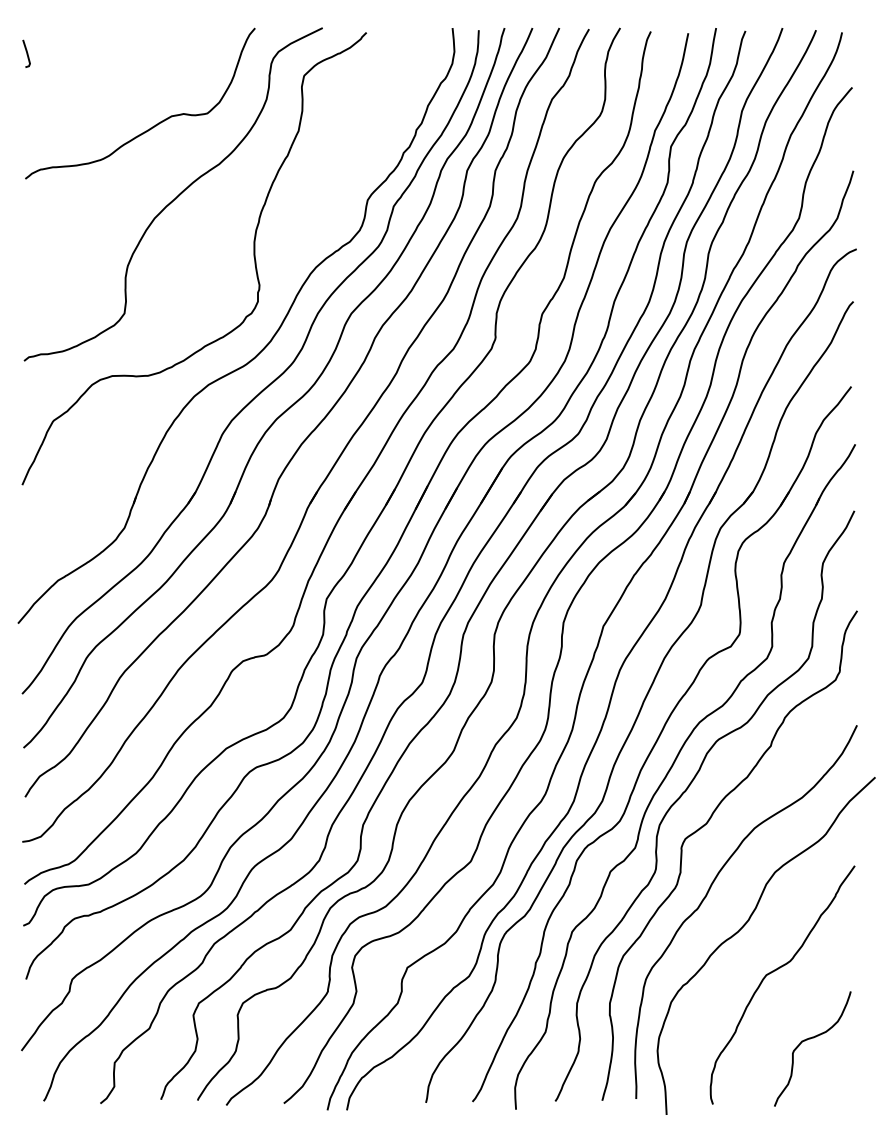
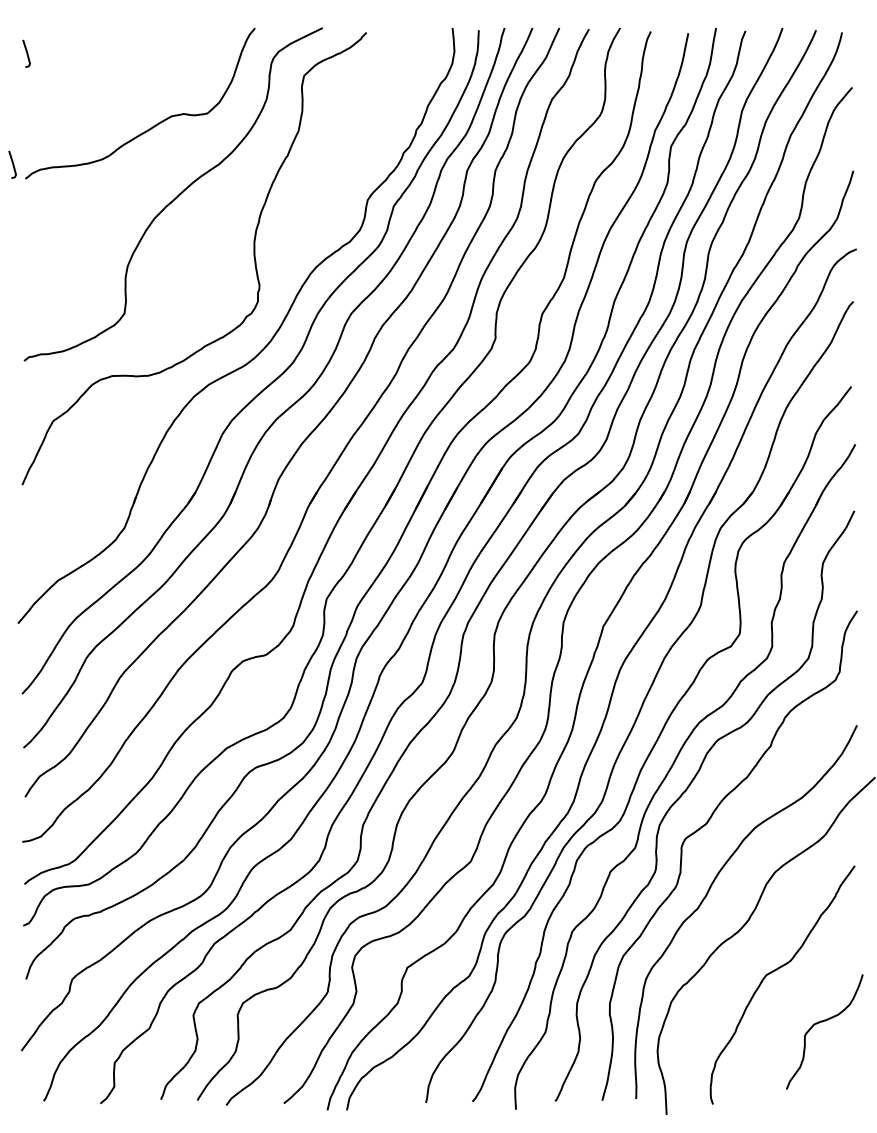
line at (12, 164): none -> present
curve at (810, 1039) position: (810, 1039) -> (822, 1022)
